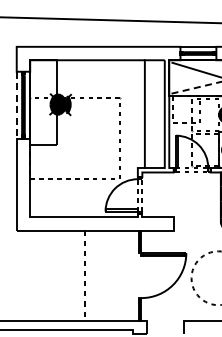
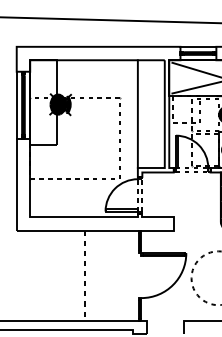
line at (196, 87): dashed -> solid
line at (16, 105): dashed -> solid
line at (144, 114) position: (144, 114) -> (137, 114)
